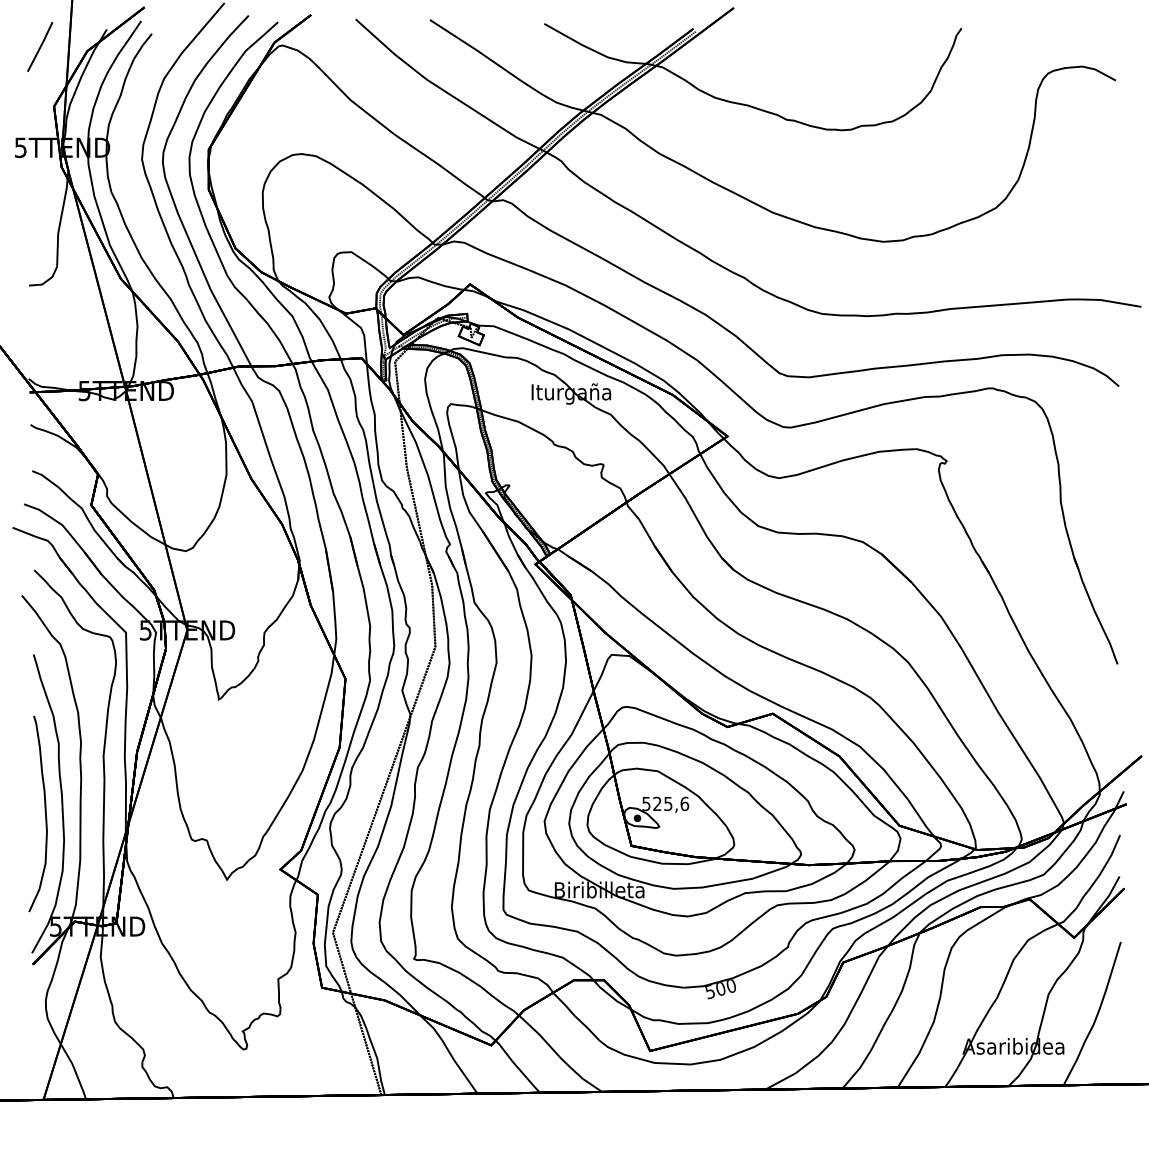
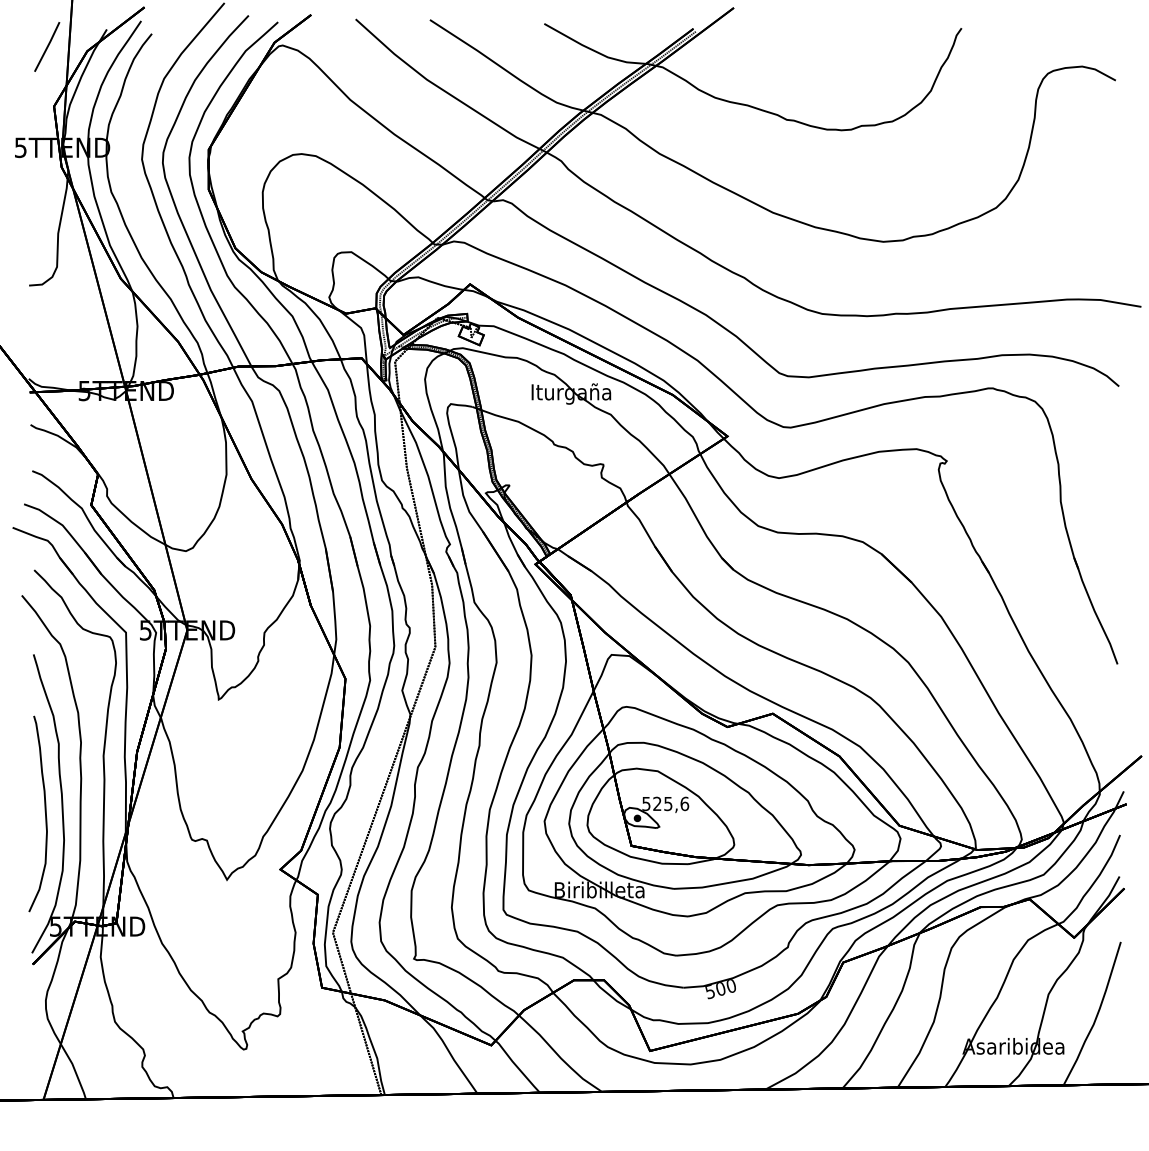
line at (40, 46) position: (40, 46) -> (47, 46)
